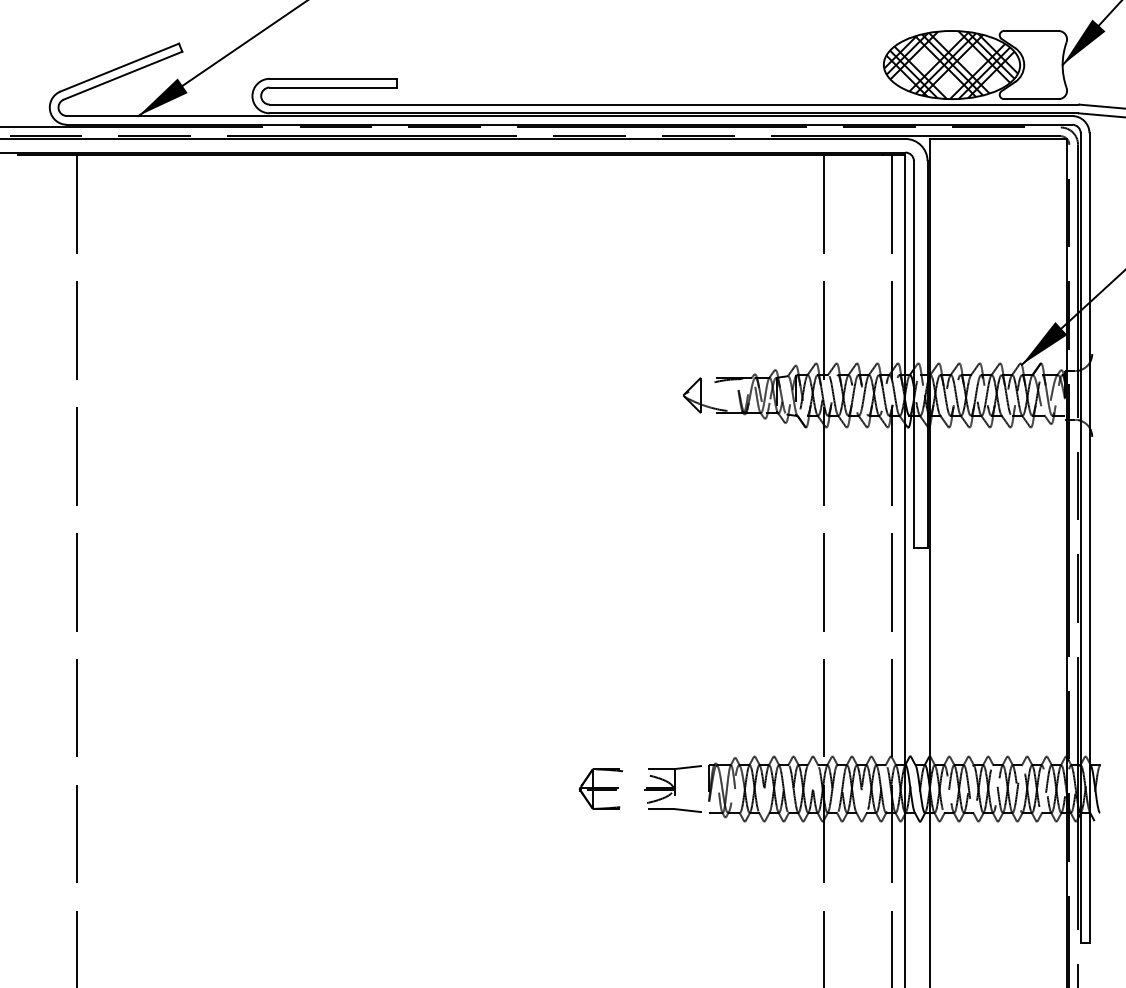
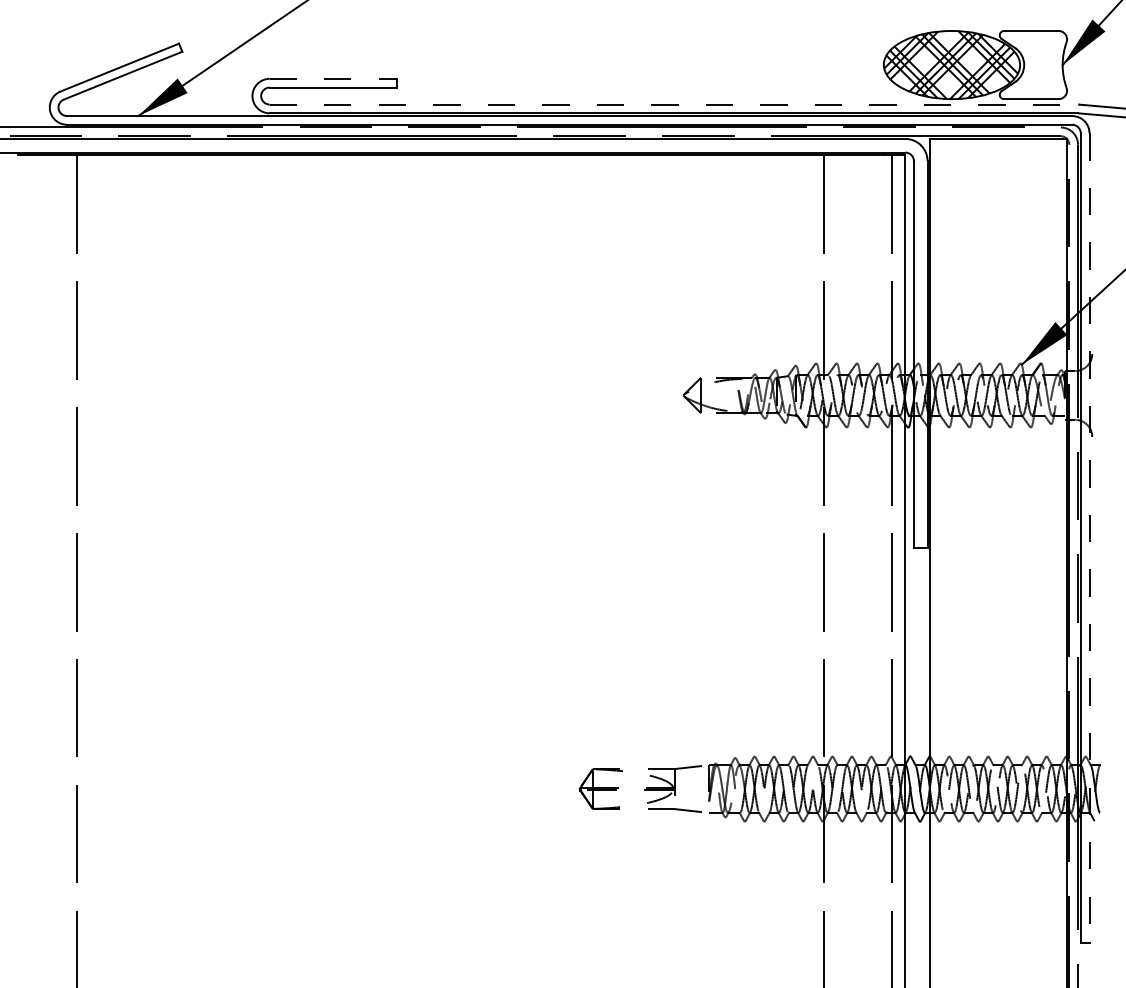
line at (333, 78): solid -> dashed
line at (674, 104): solid -> dashed
line at (1089, 537): solid -> dashed
